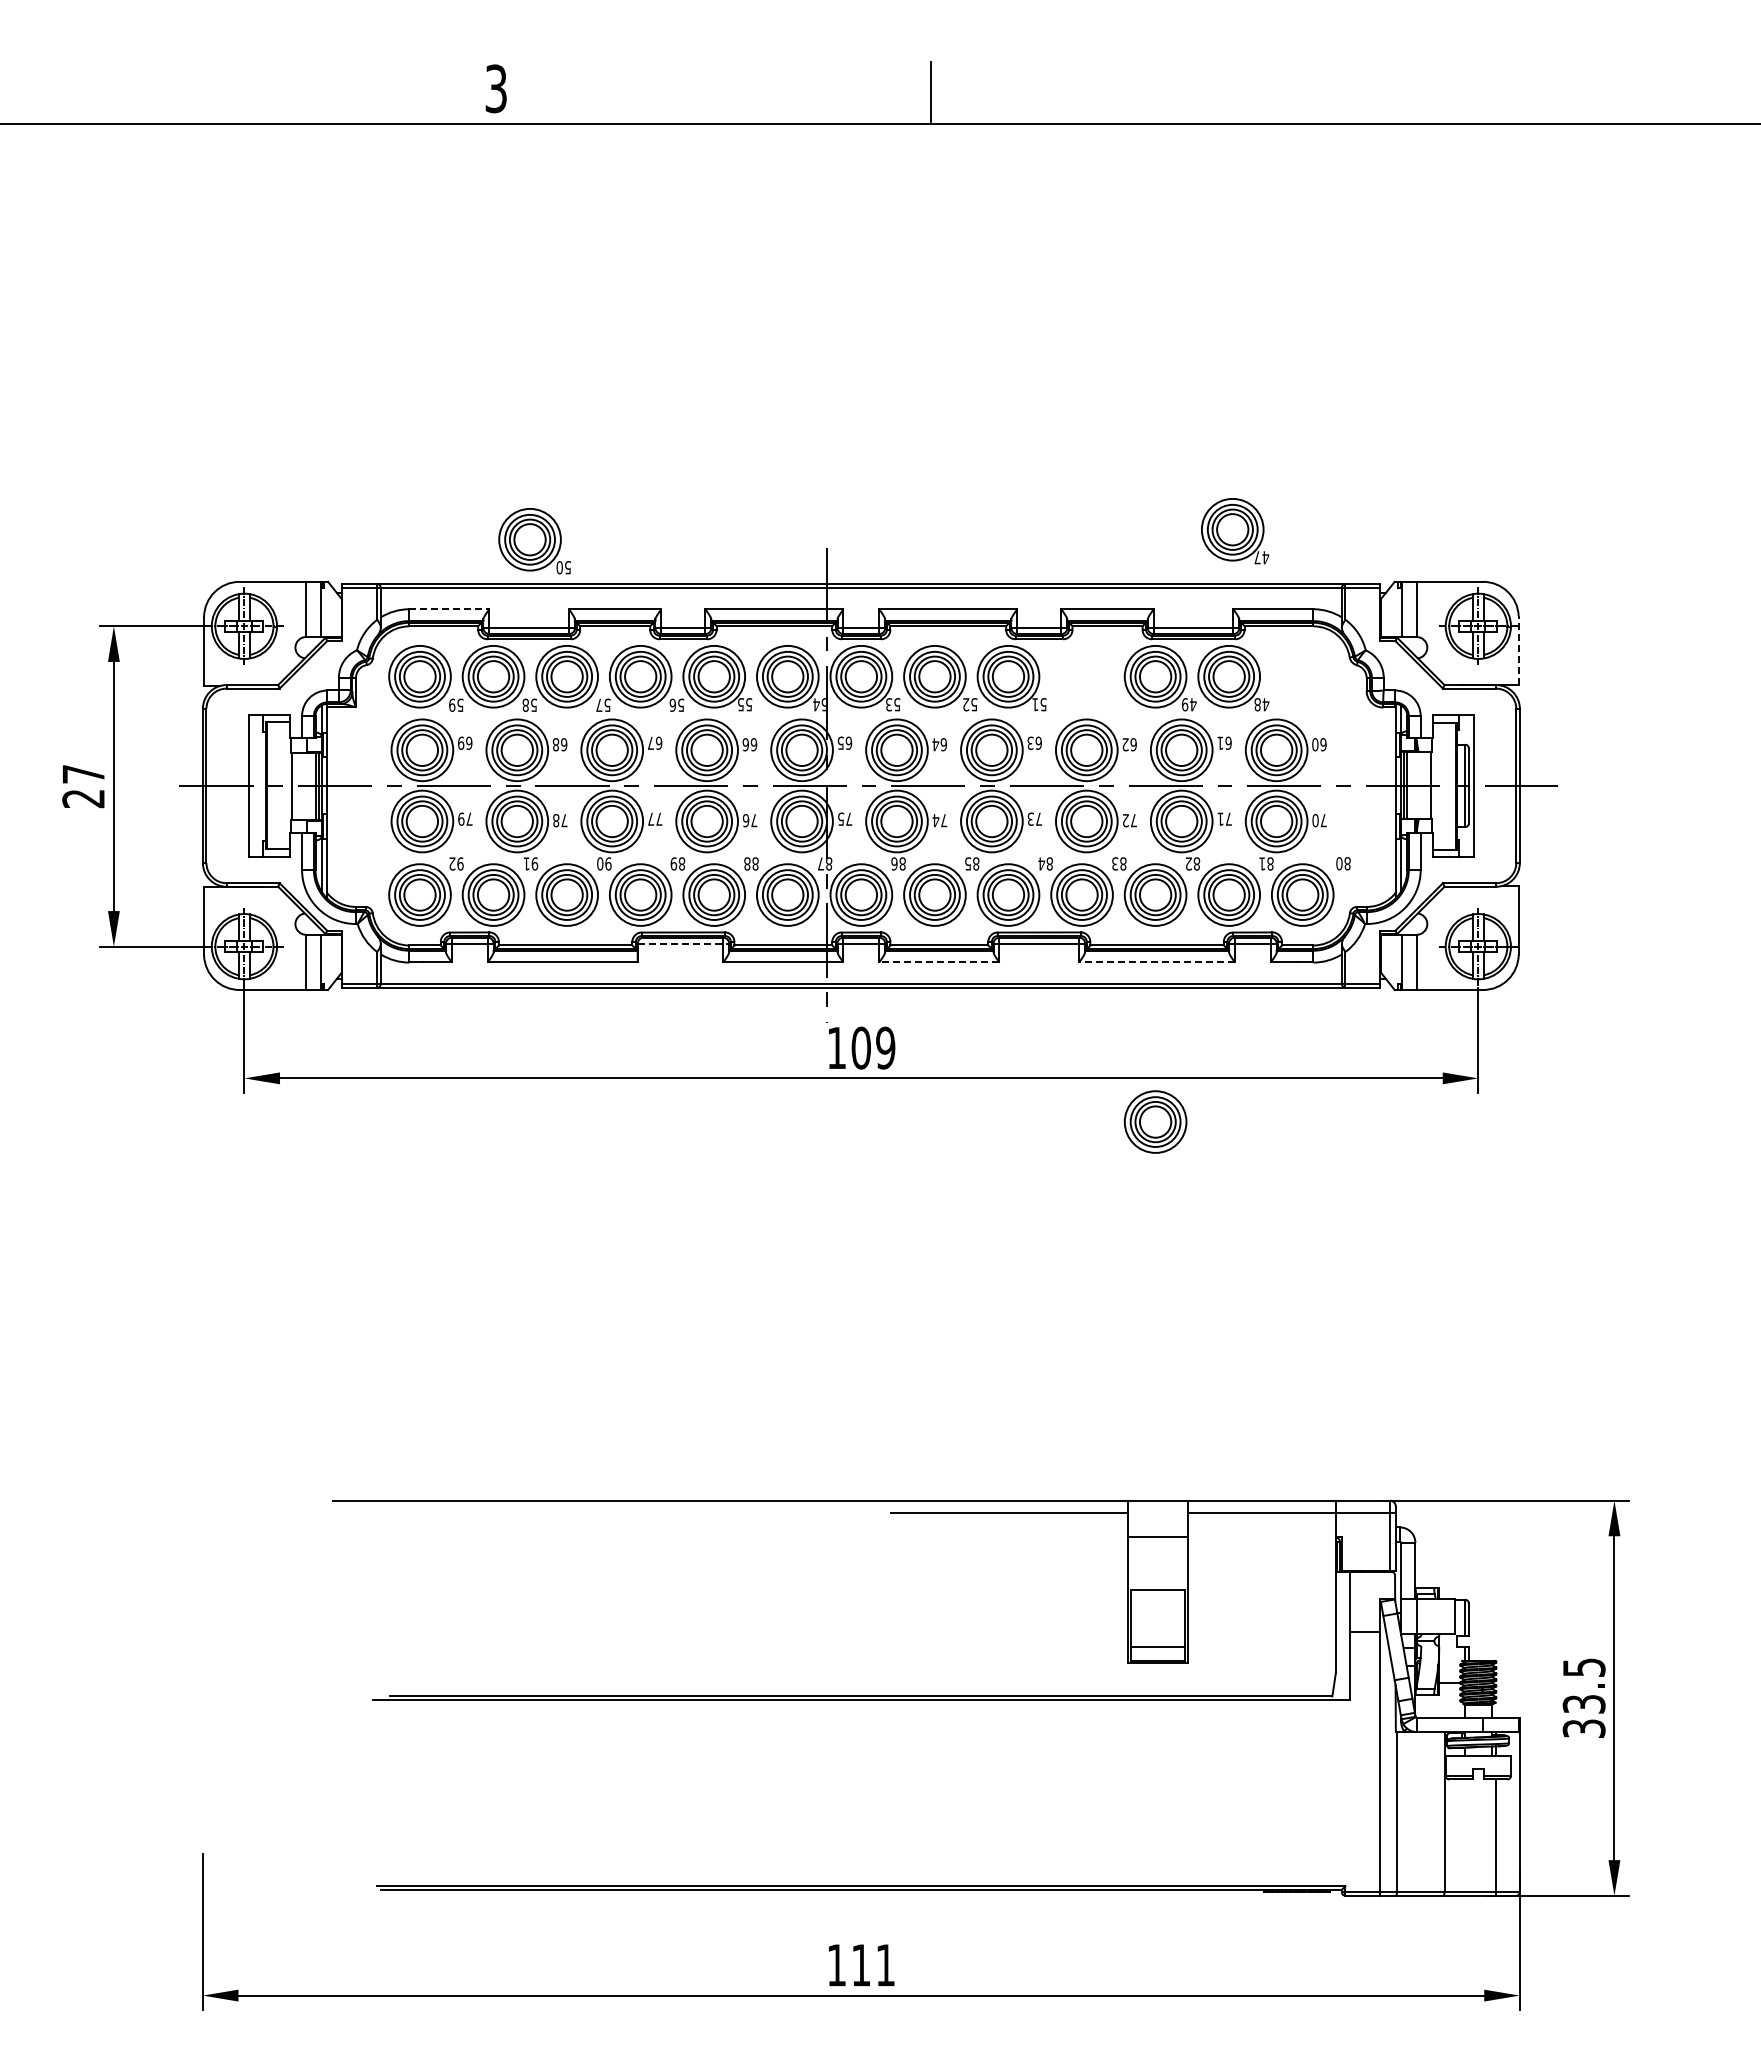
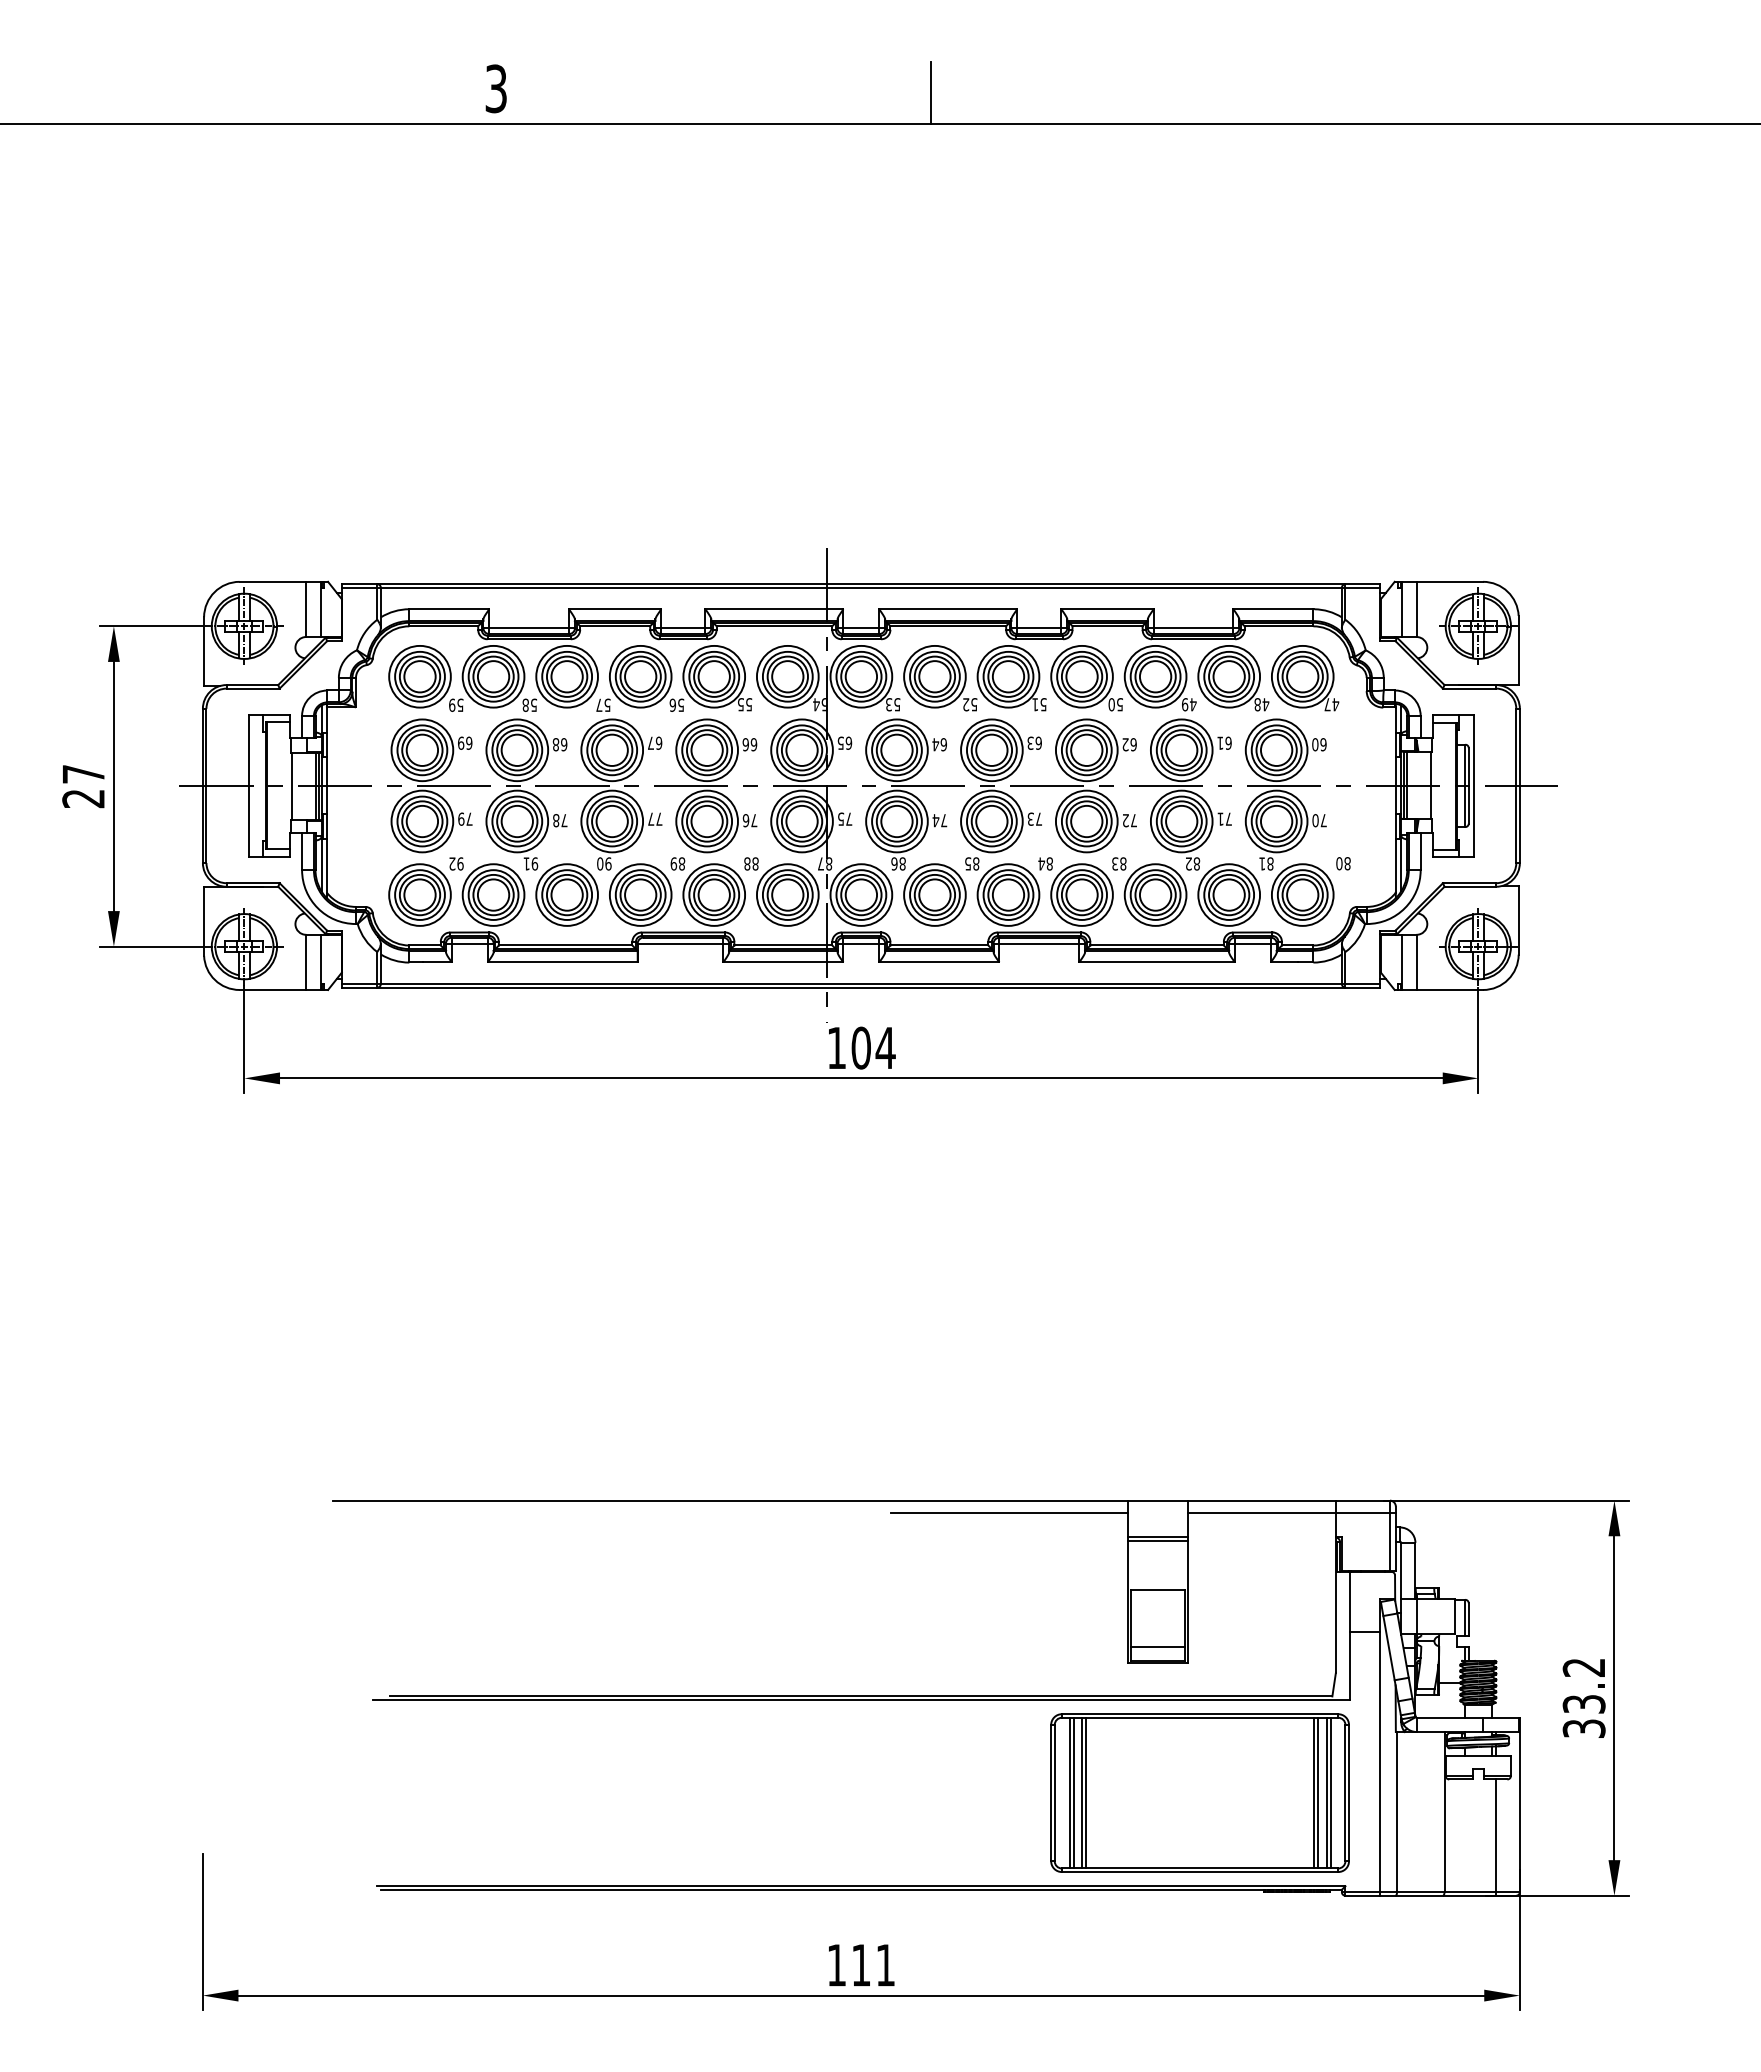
part at (1235, 531) position: (1235, 531) -> (1305, 678)
part at (534, 541) position: (534, 541) -> (1086, 678)
line at (449, 609): dashed -> solid
line at (1518, 649): dashed -> solid
line at (683, 943): dashed -> solid
line at (938, 962): dashed -> solid
line at (1157, 962): dashed -> solid
text at (885, 1047): 109 -> 104
part at (1155, 1121): present -> none
line at (1157, 1541): none -> present
text at (1583, 1667): 33.5 -> 33.2
part at (1199, 1792): none -> present
